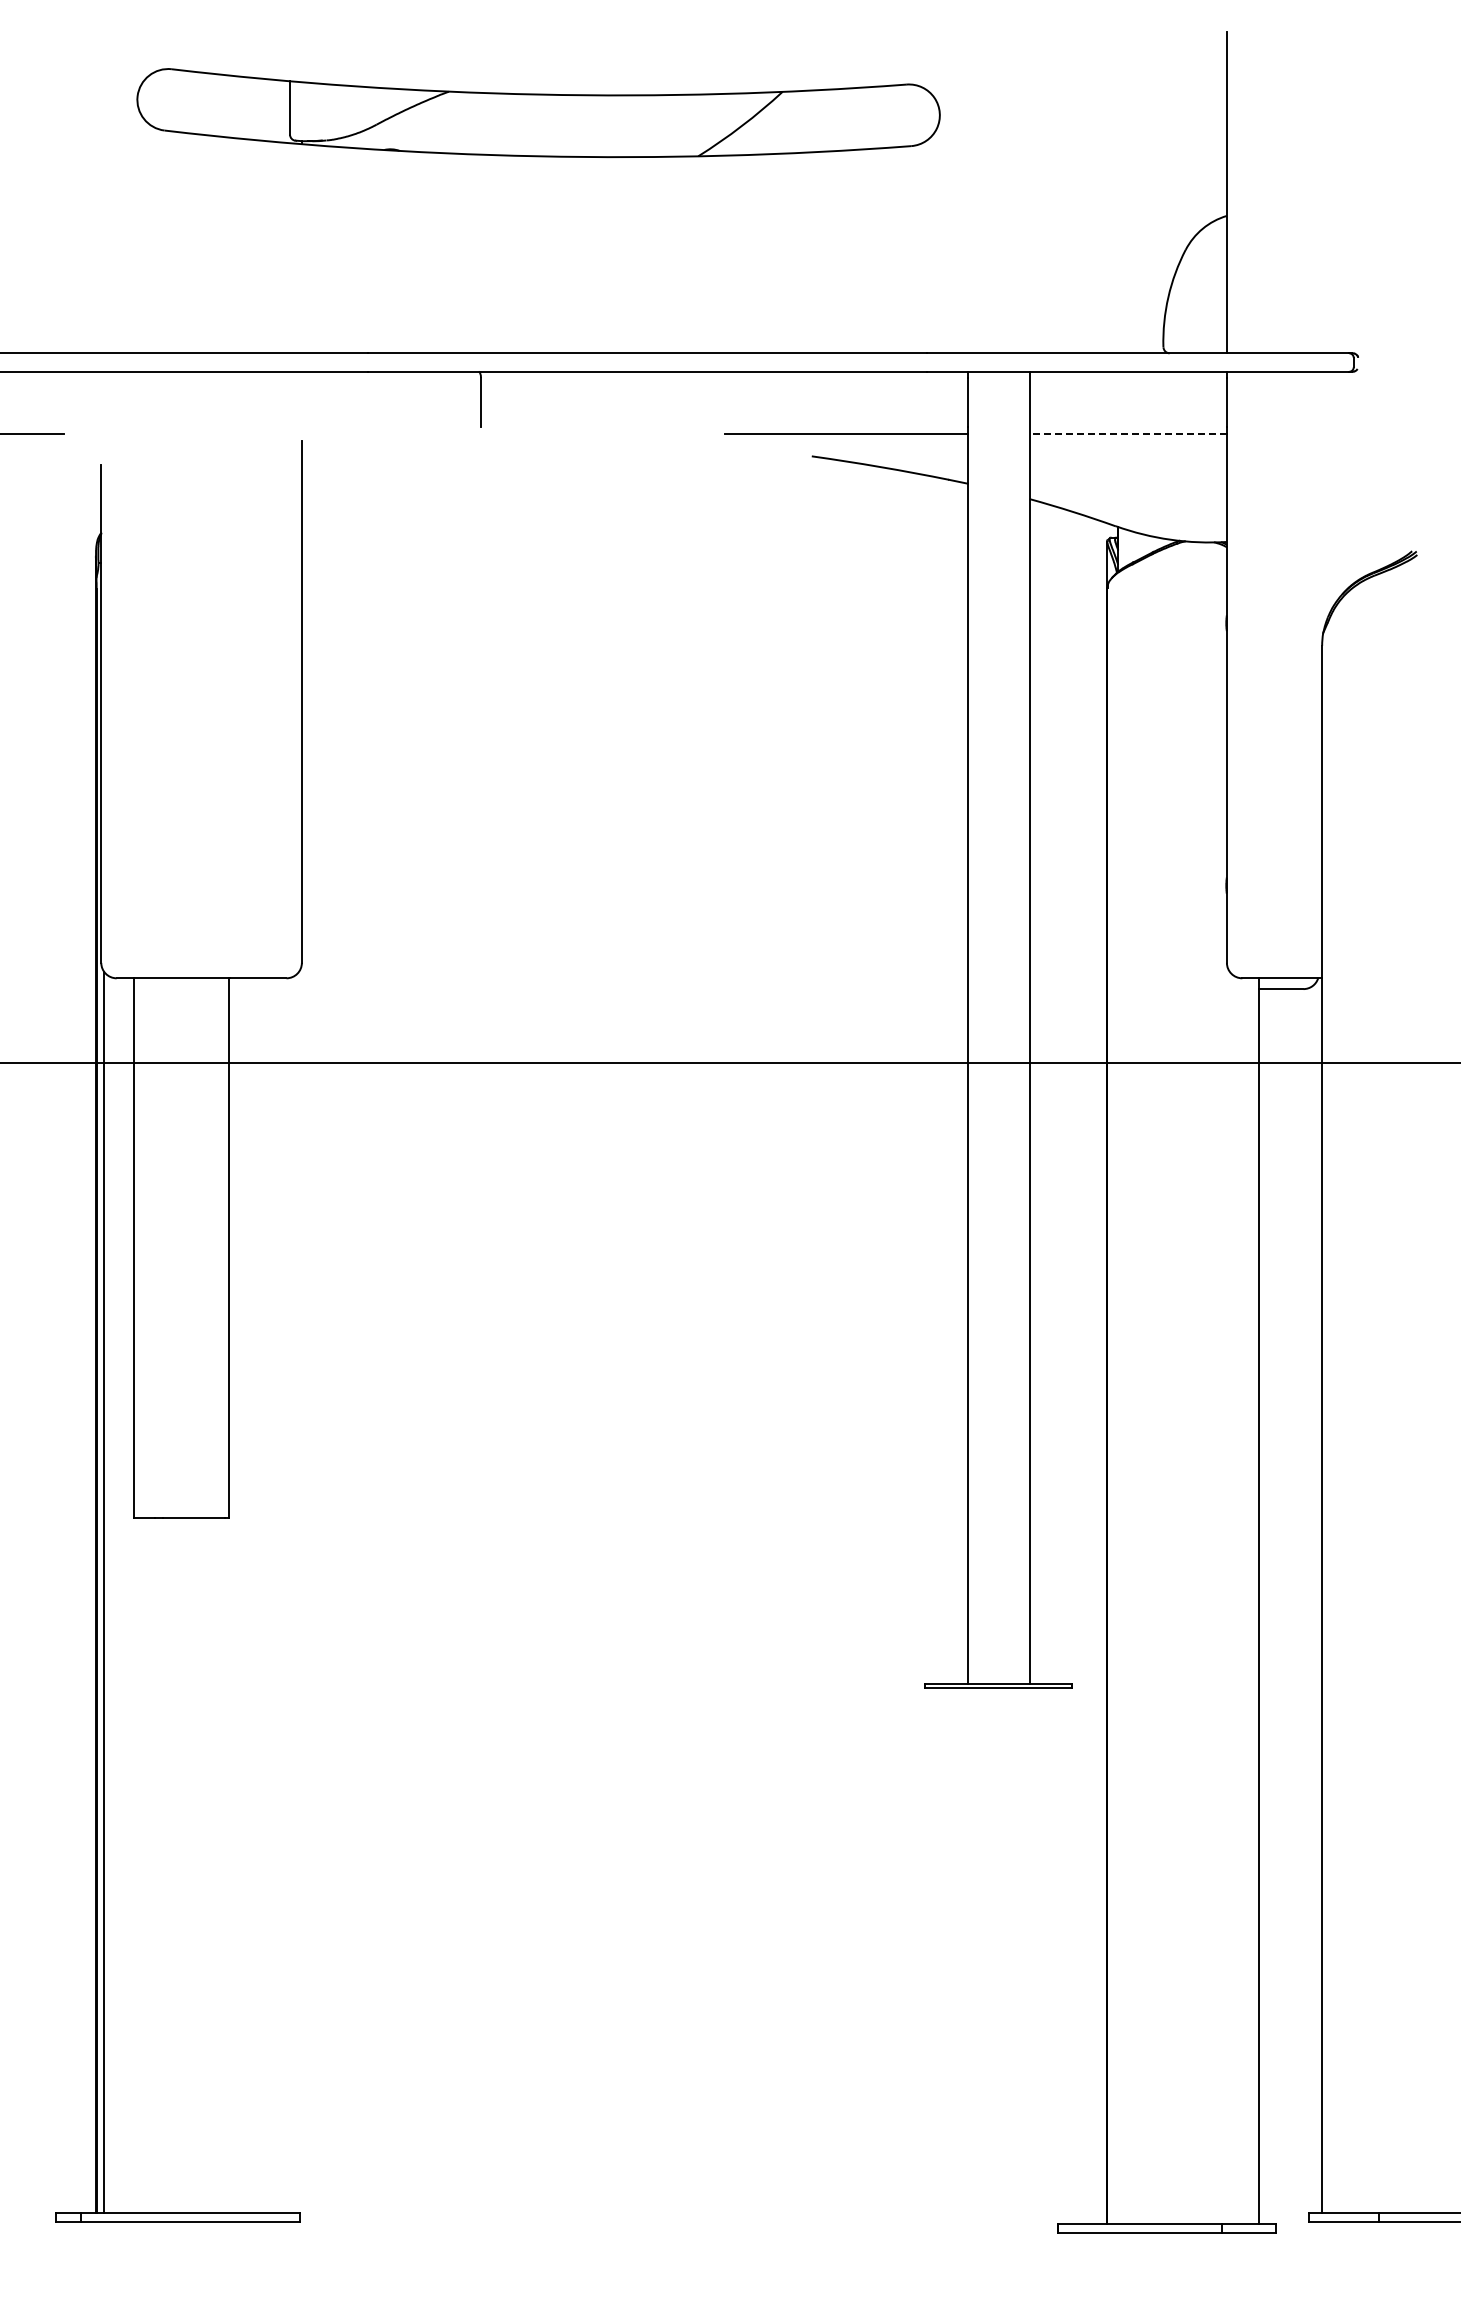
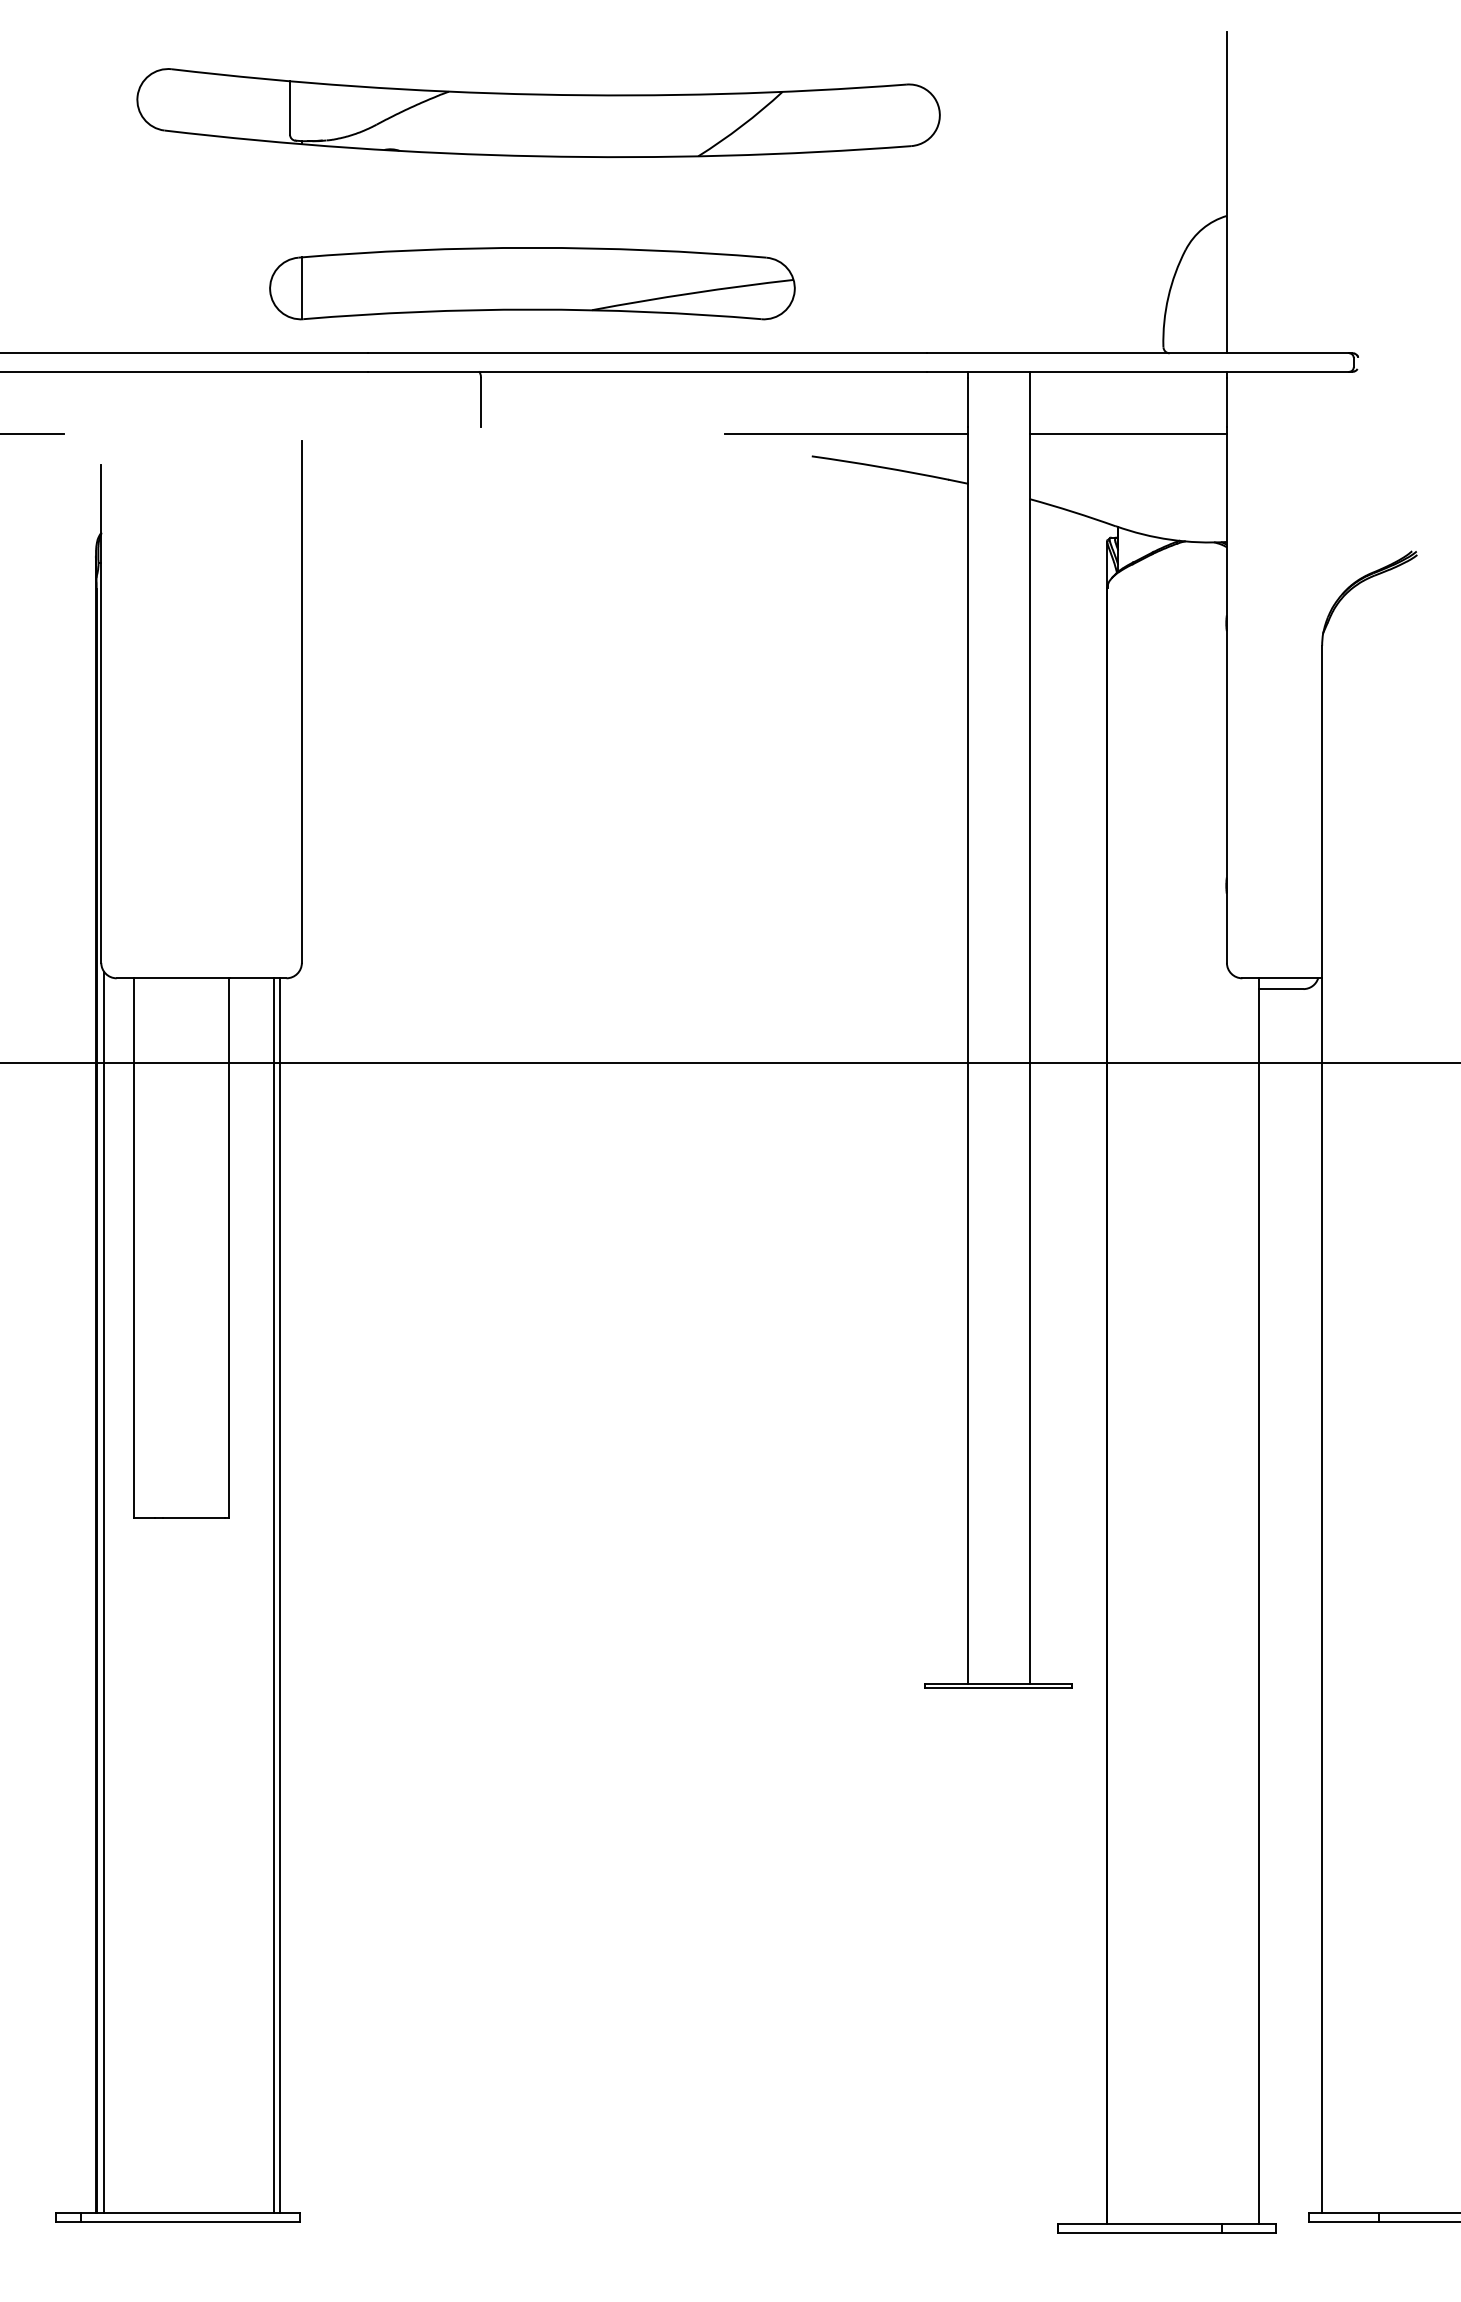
part at (532, 283): none -> present
line at (1128, 433): dashed -> solid
line at (273, 1595): none -> present
line at (280, 1595): none -> present
